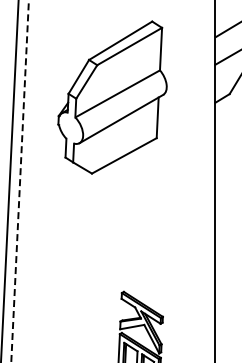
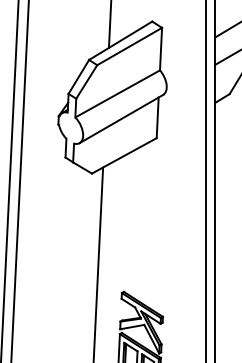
line at (109, 24): none -> present
line at (205, 180): none -> present
line at (20, 181): dashed -> solid
line at (98, 263): none -> present
